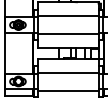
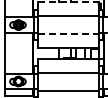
line at (68, 2): solid -> dashed
line at (68, 34): solid -> dashed
